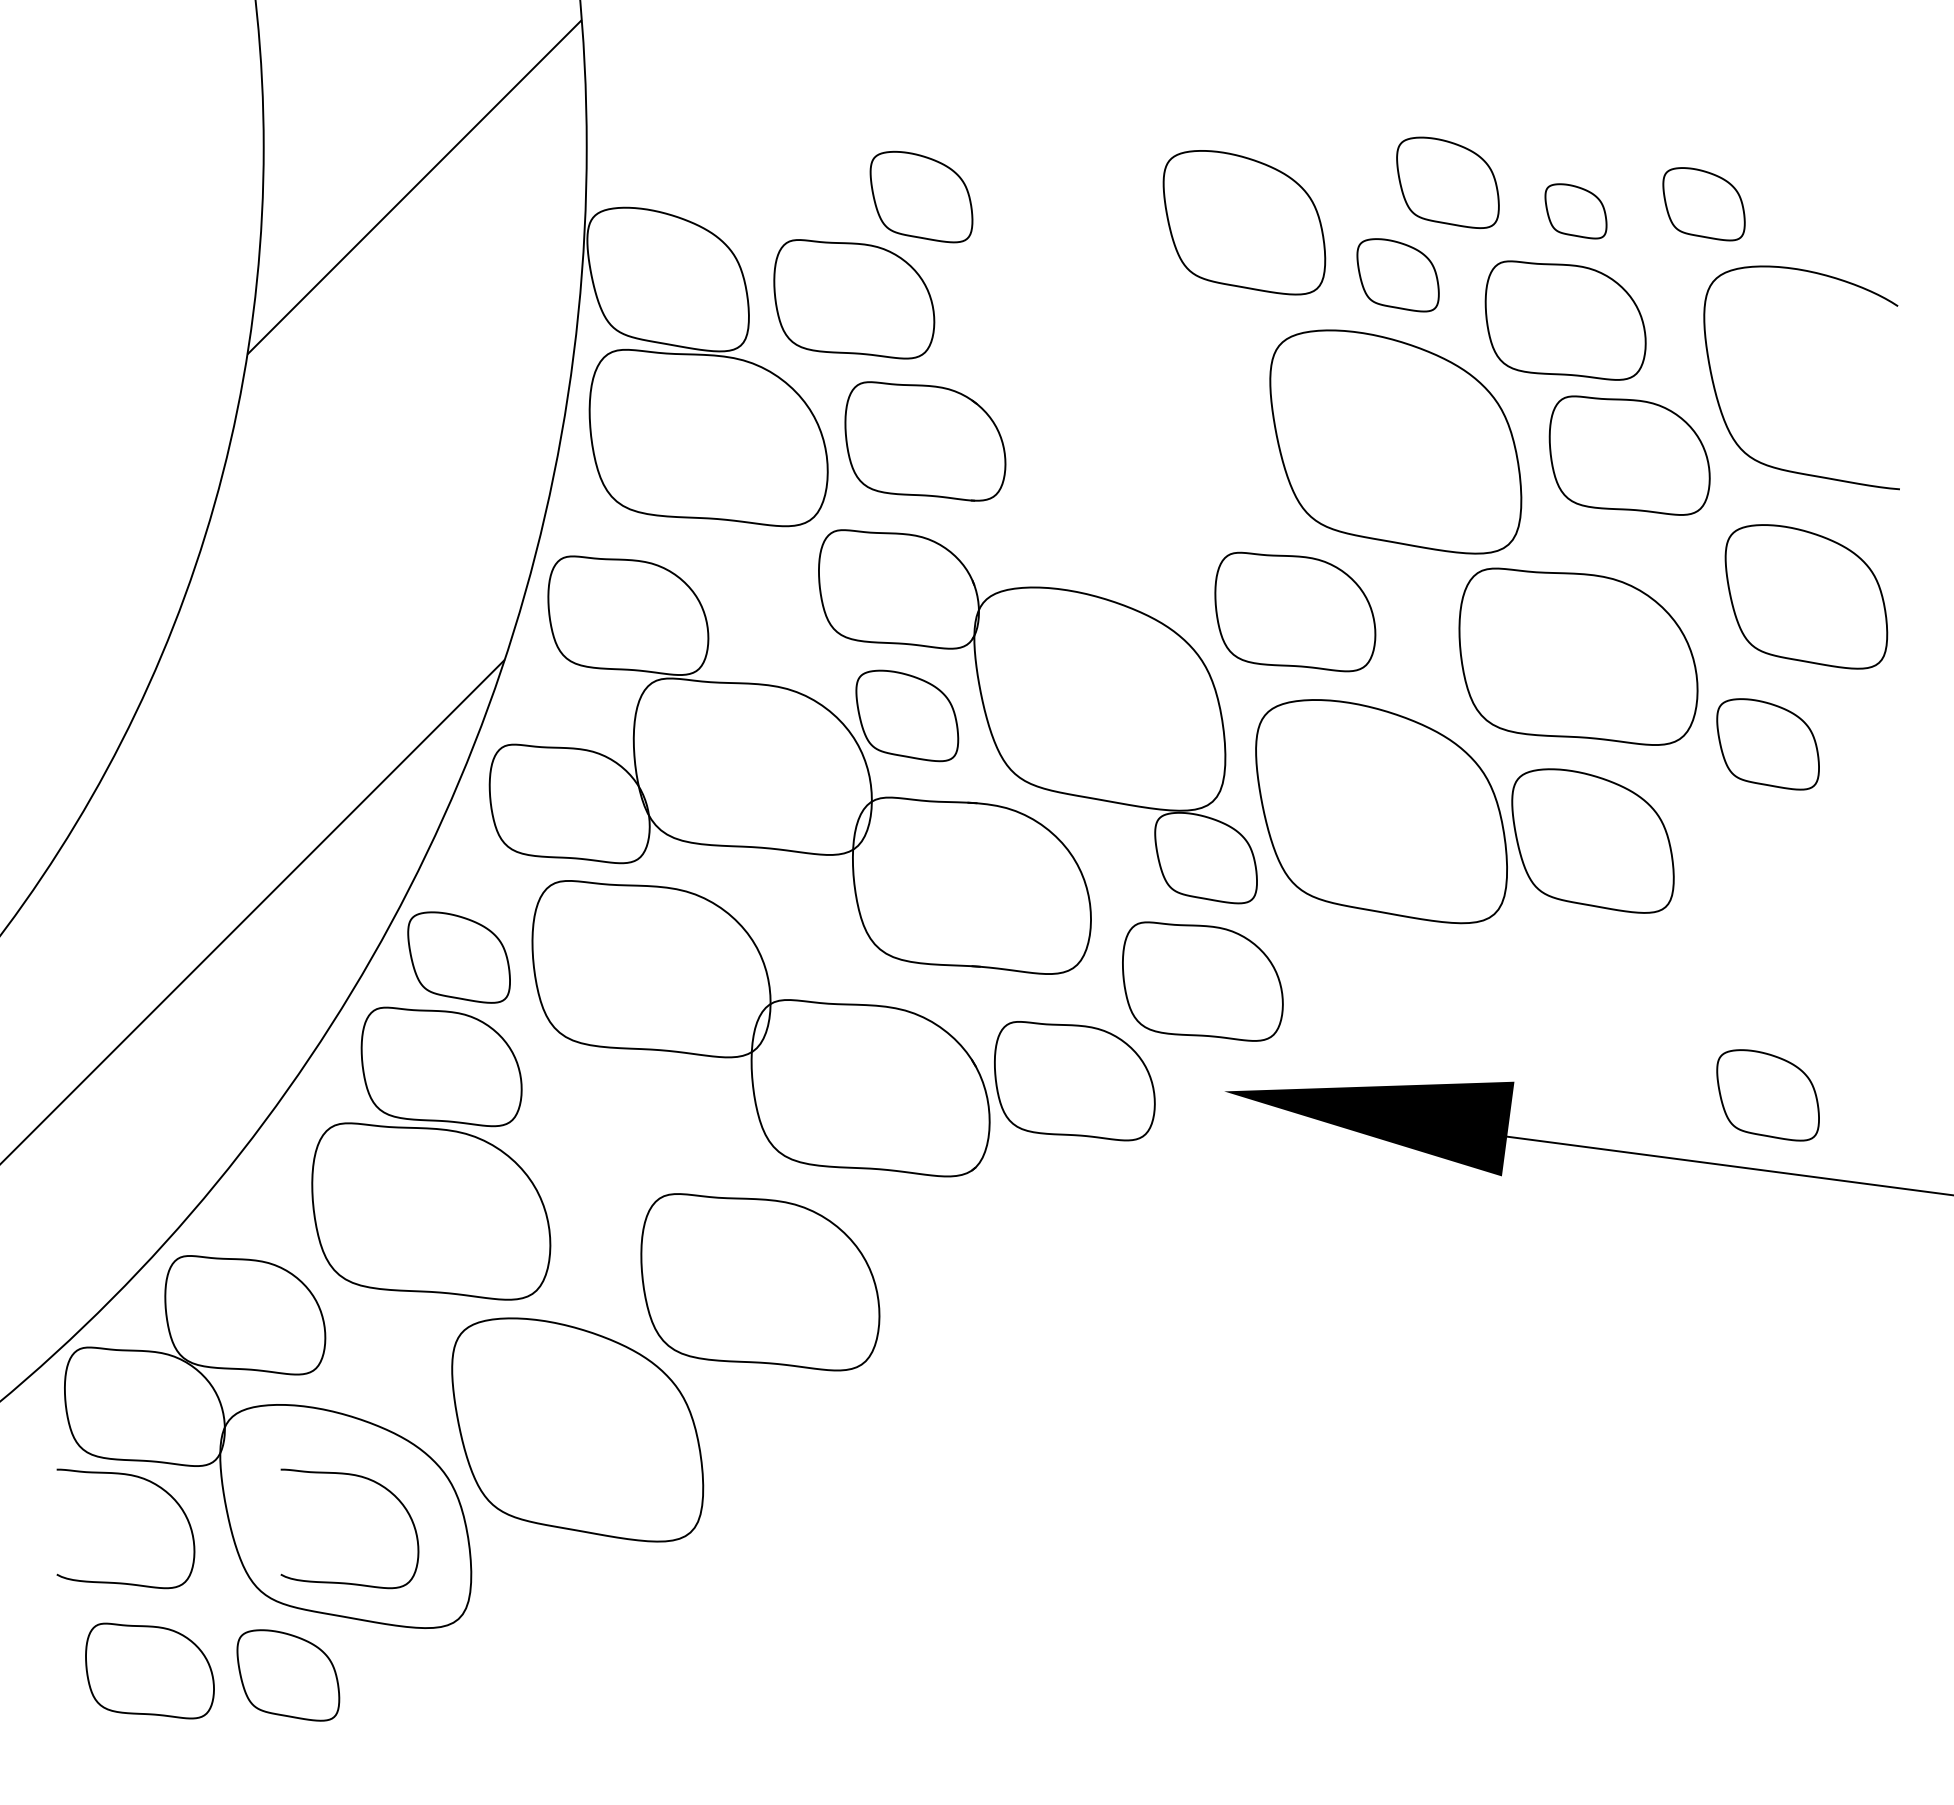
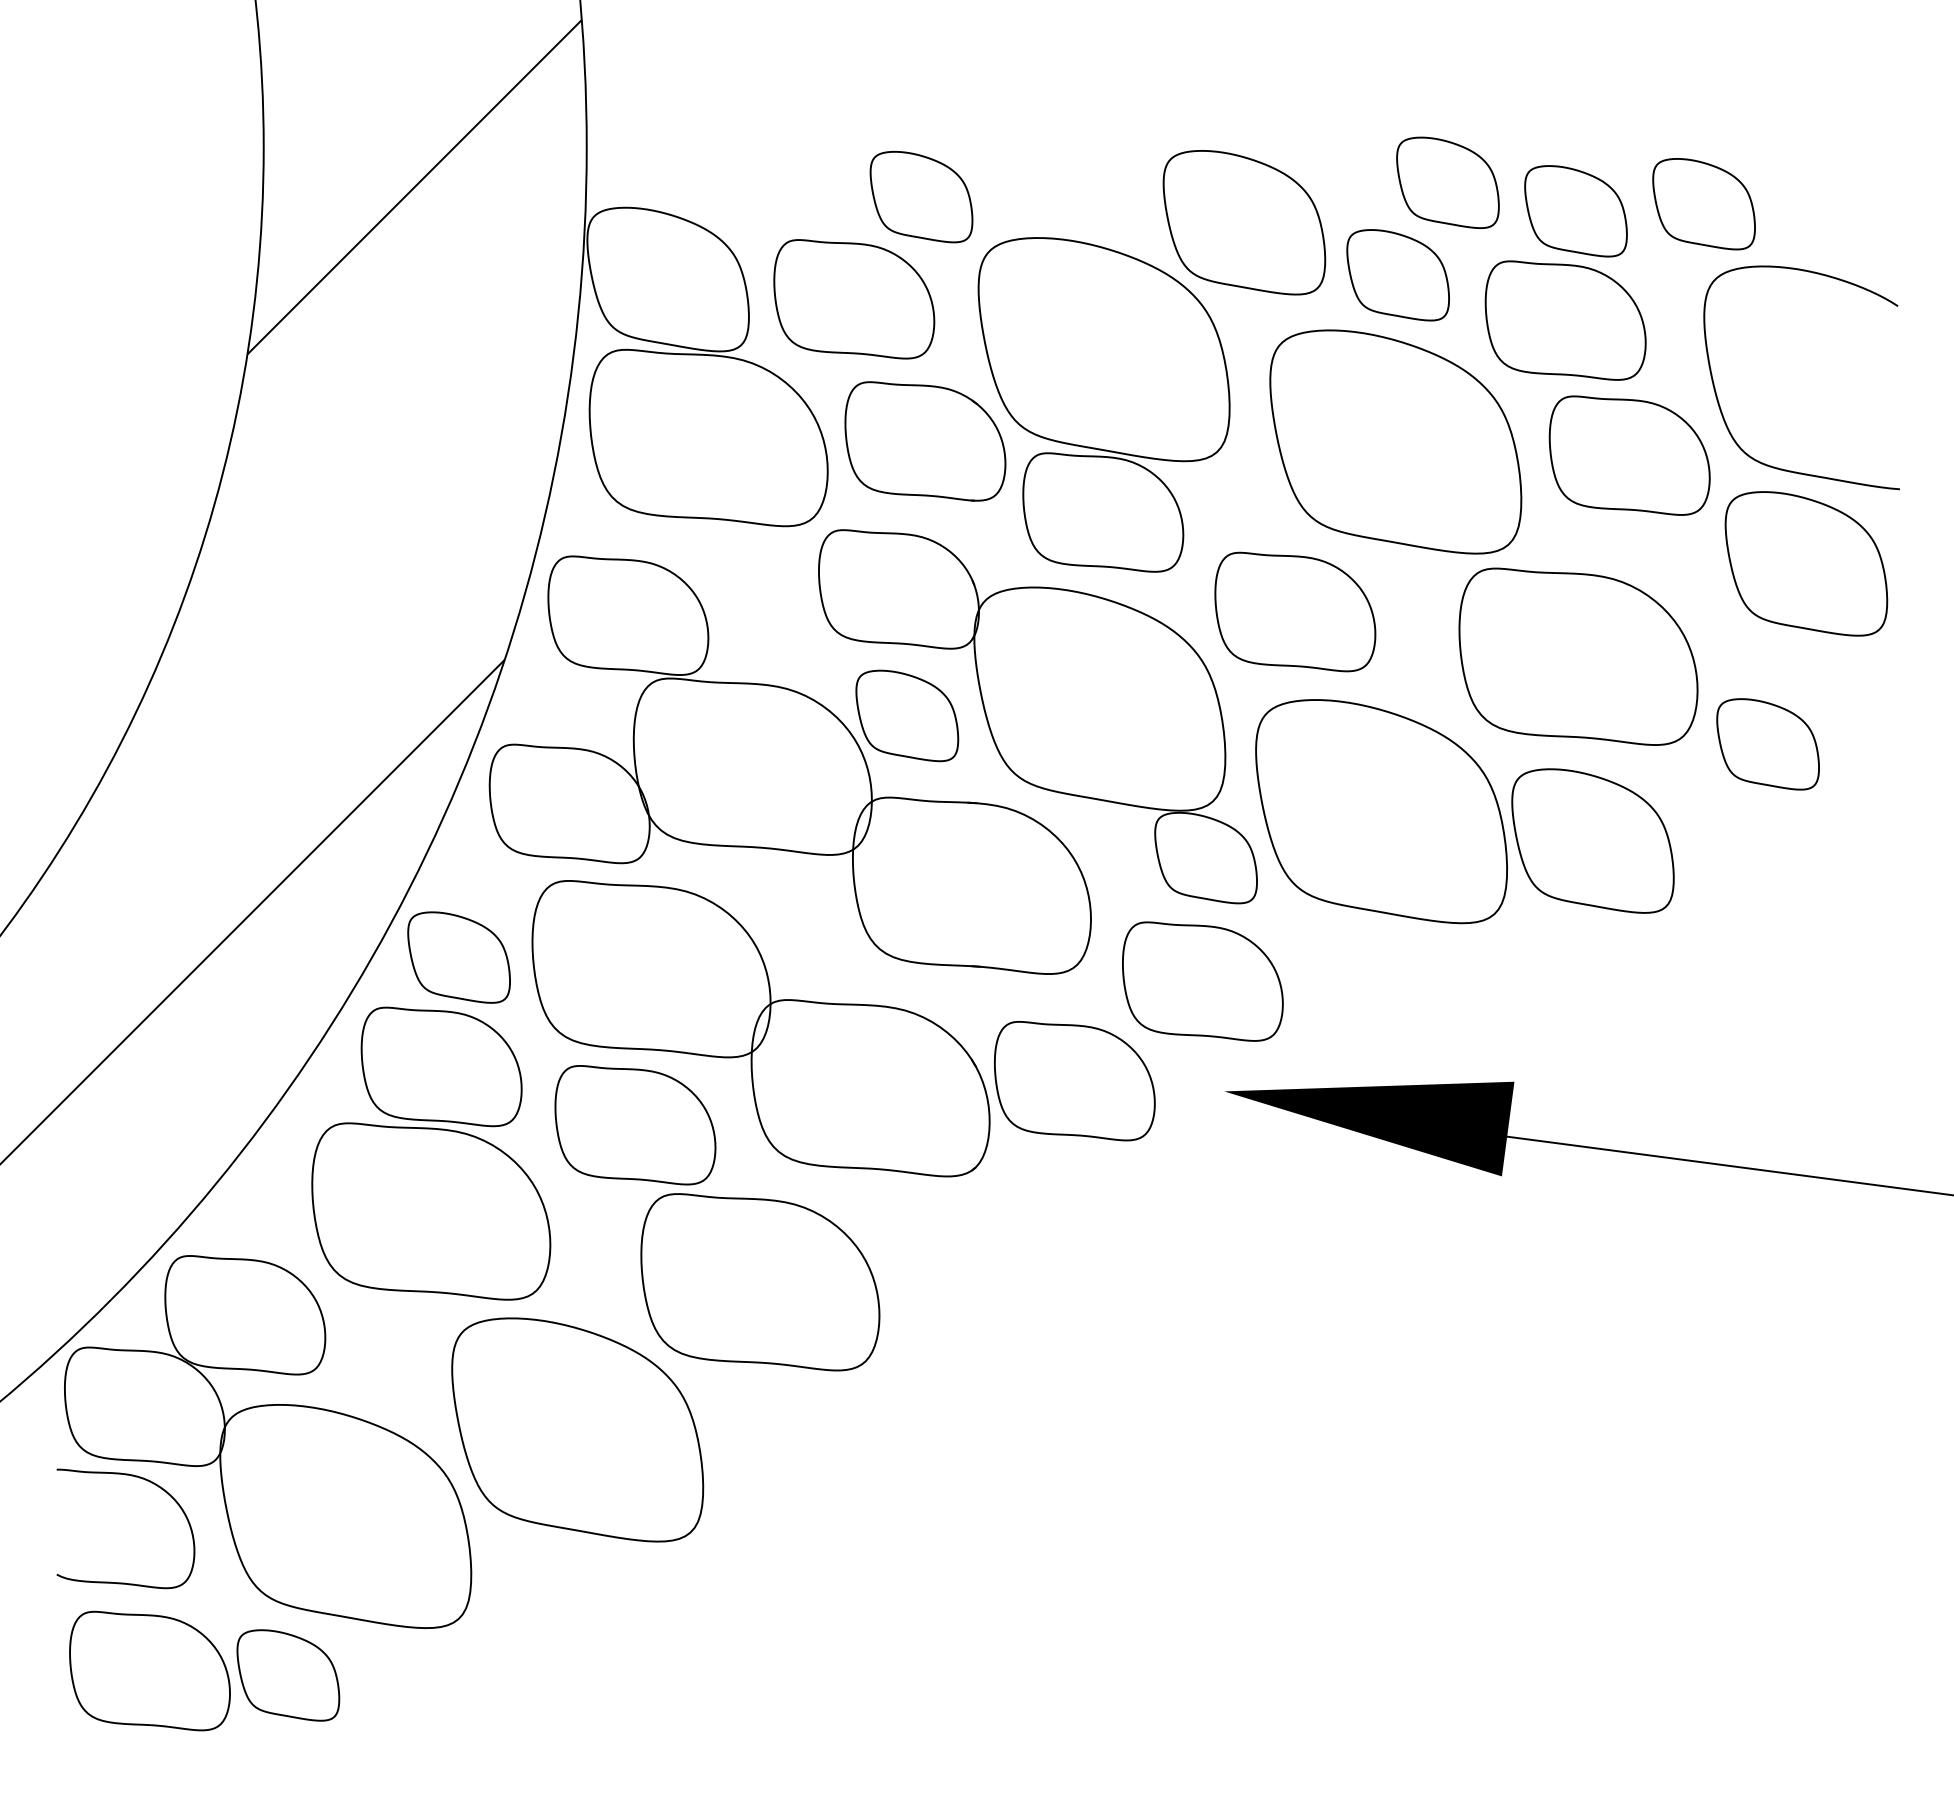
part at (1703, 204) size: 84x75 px -> 104x93 px
part at (1575, 211) size: 64x57 px -> 104x93 px
part at (1397, 275) size: 84x75 px -> 104x93 px
part at (1103, 404): none -> present
part at (1806, 596) position: (1806, 596) -> (1806, 563)
part at (1767, 1095): present -> none
part at (635, 1125): none -> present
curve at (366, 1479): present -> none
part at (149, 1670) size: 130x98 px -> 162x122 px
